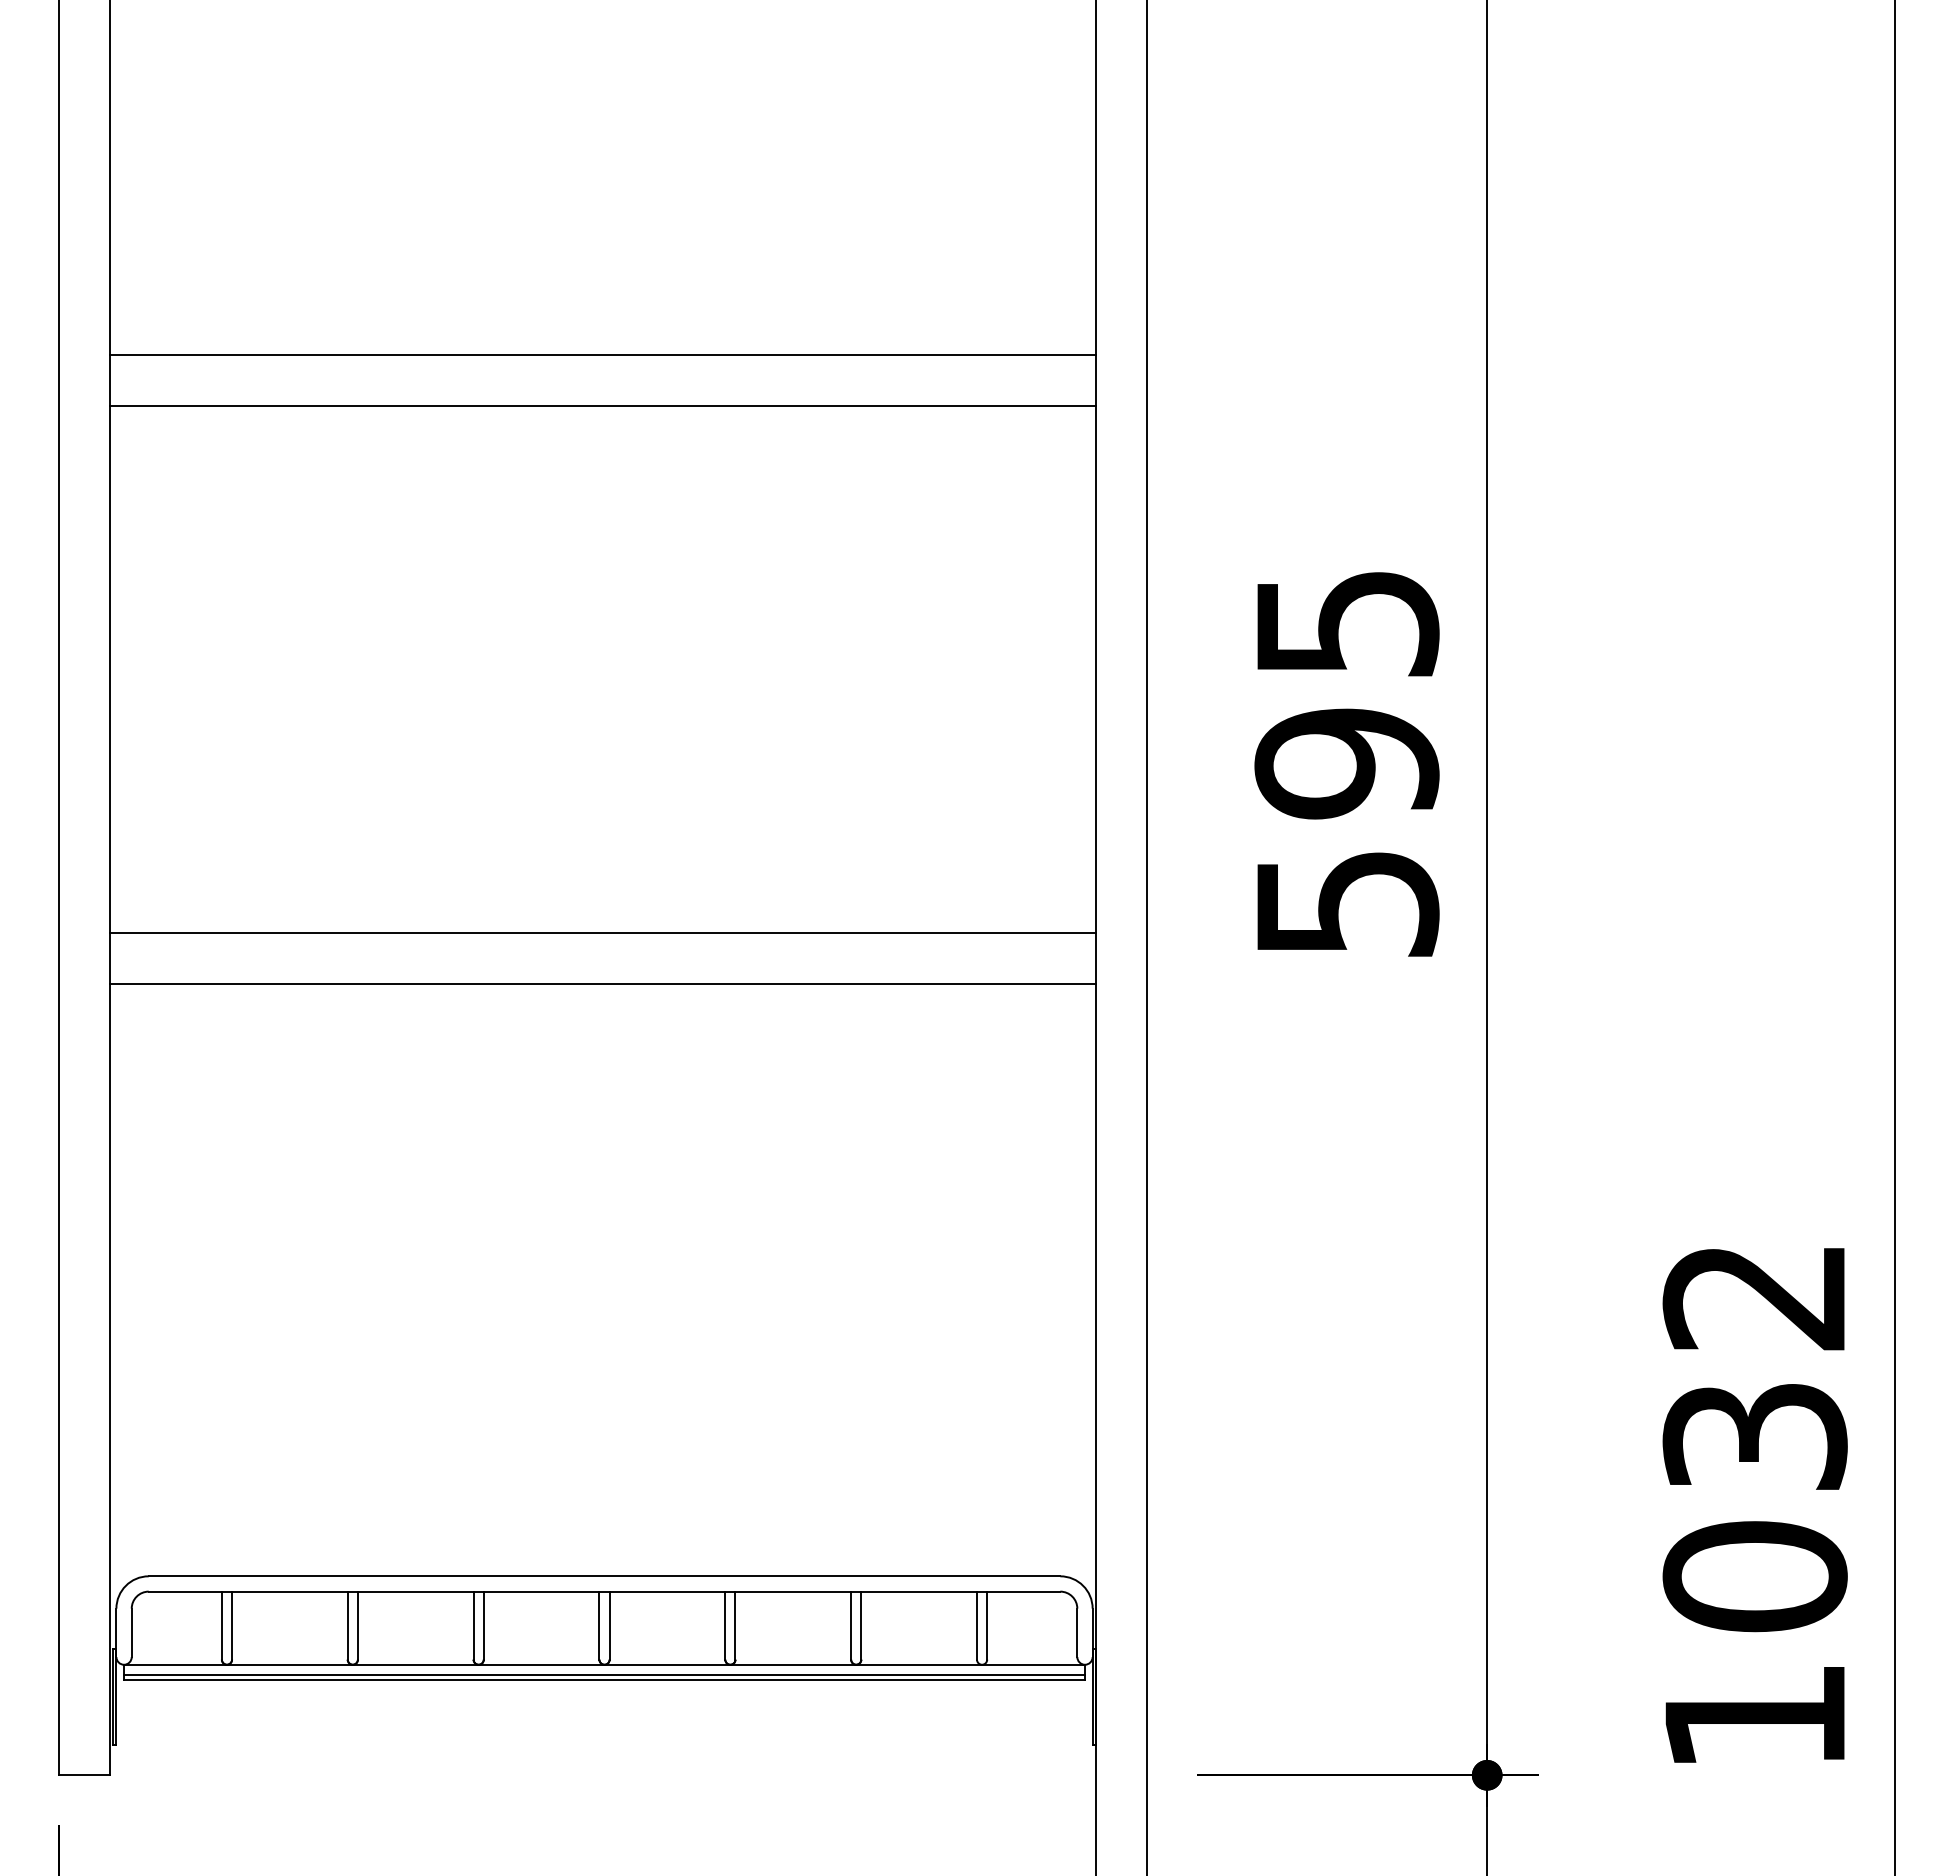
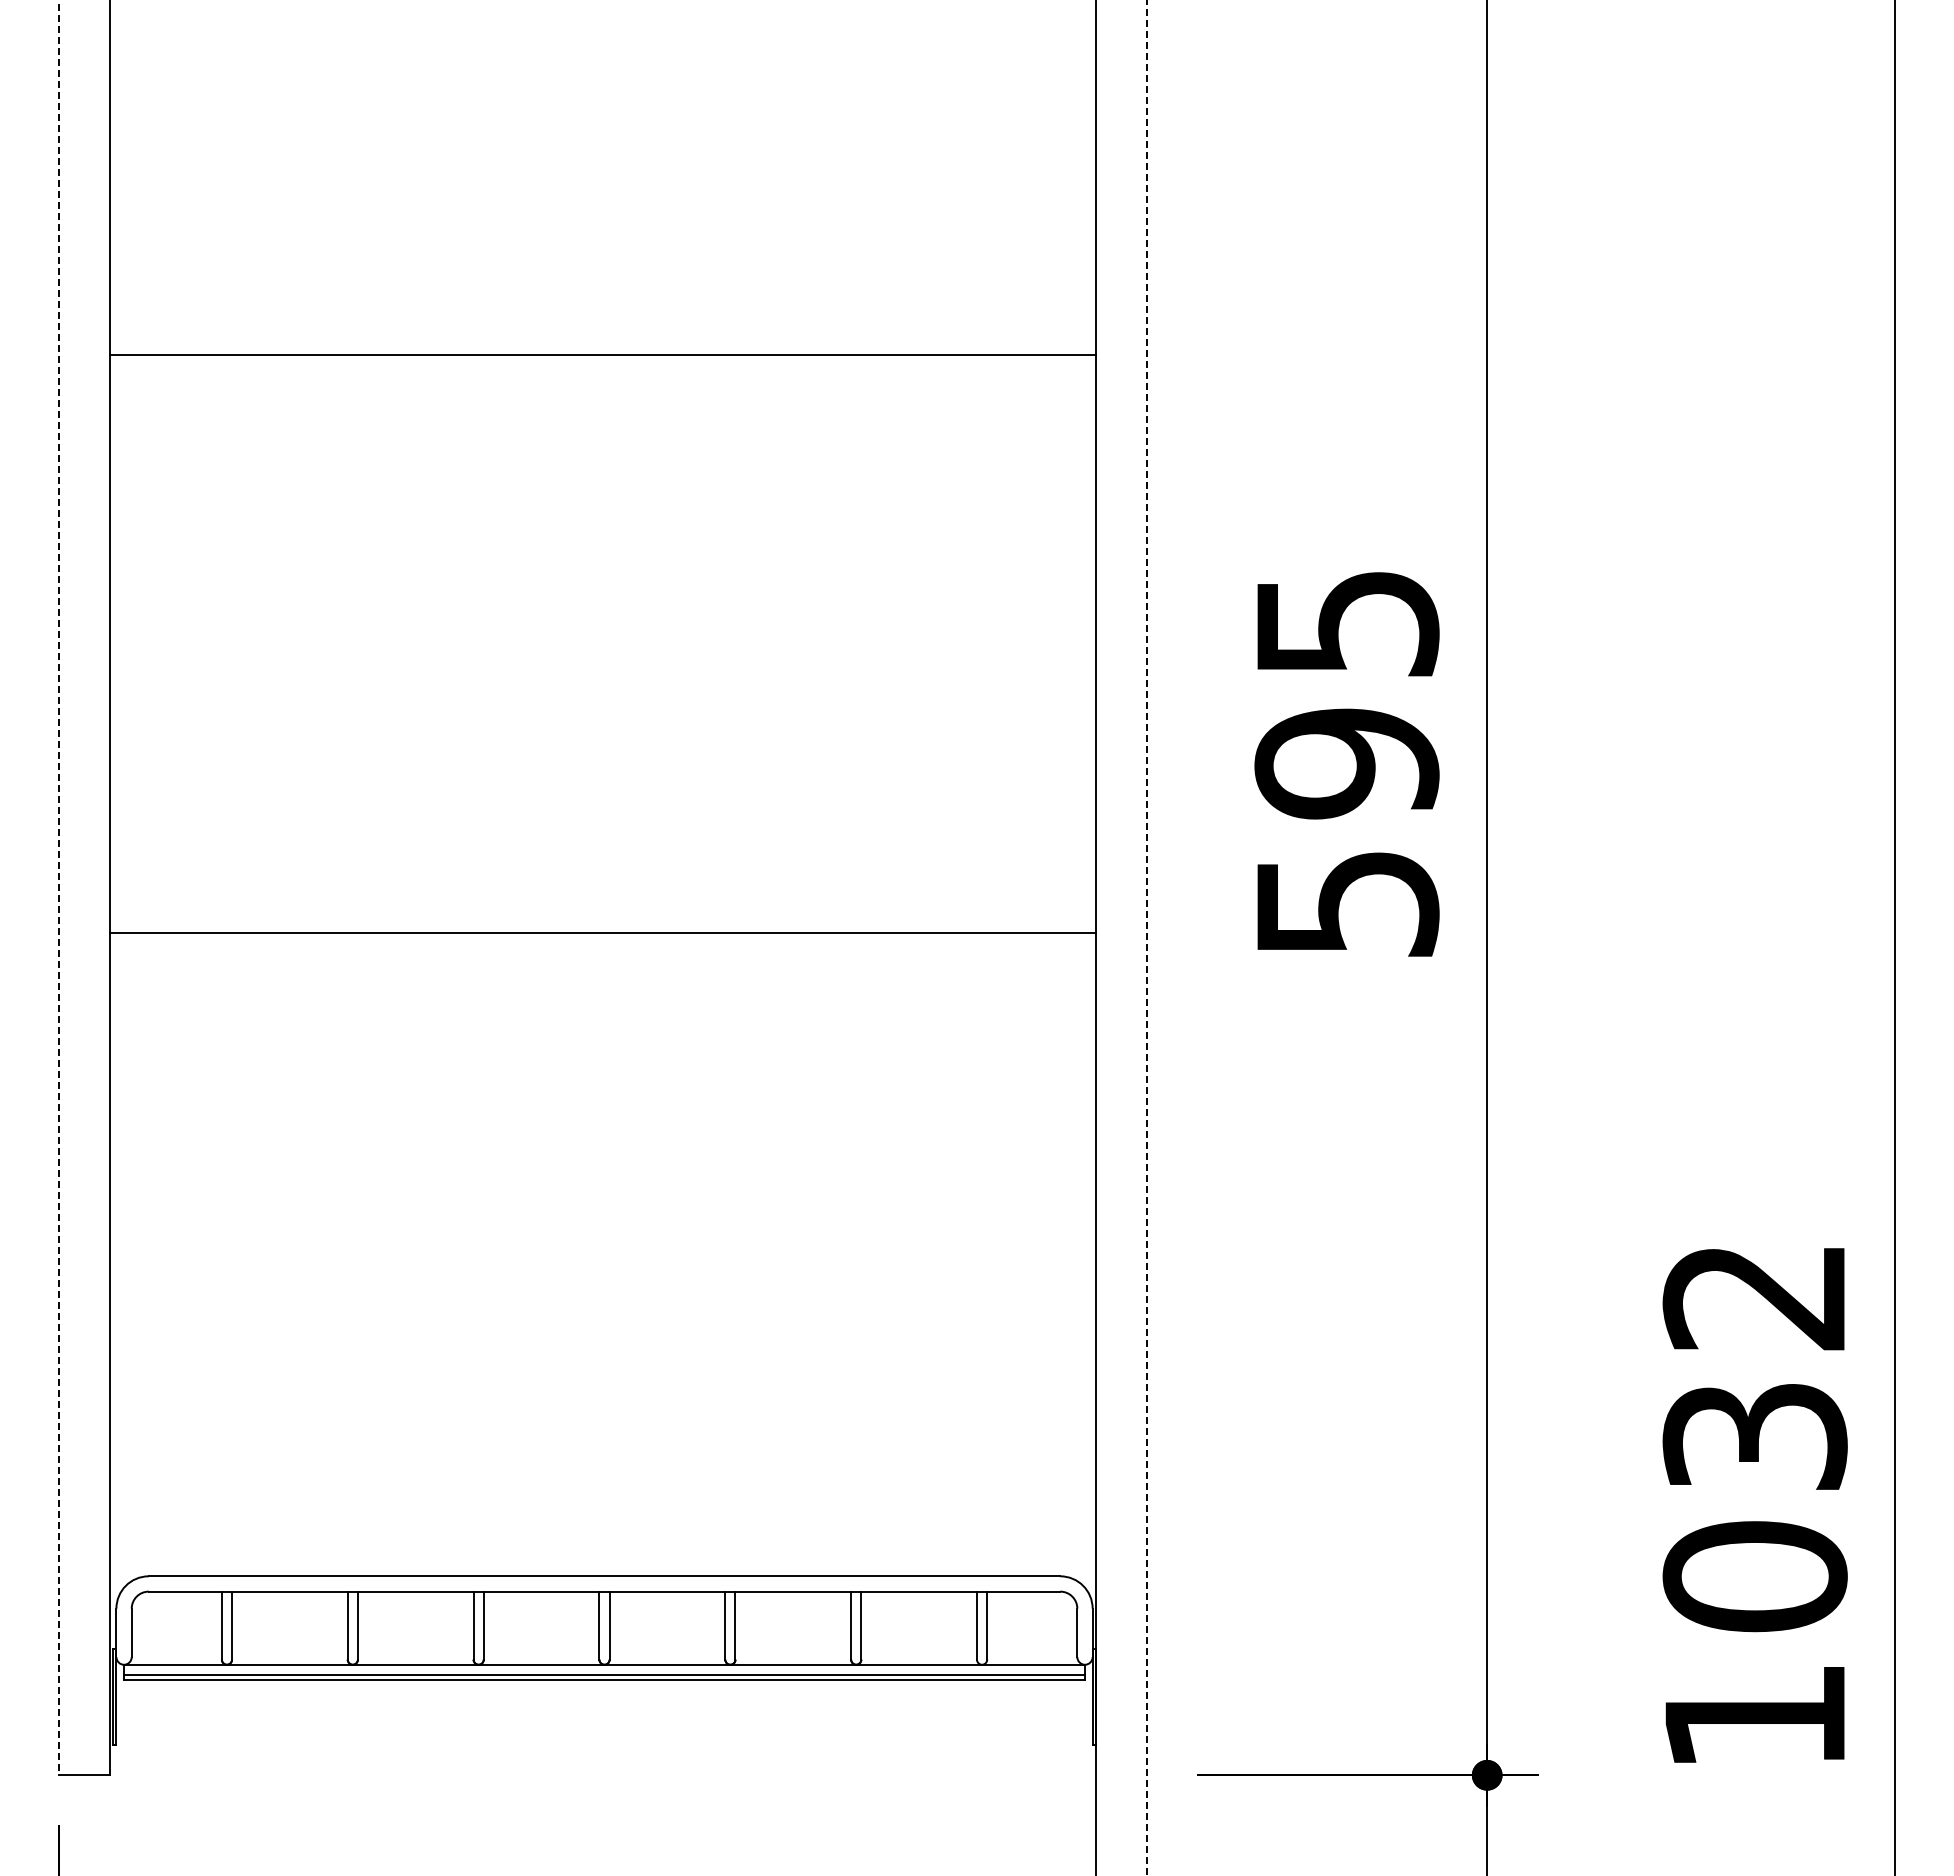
line at (602, 406): present -> none
line at (58, 888): solid -> dashed
line at (1147, 937): solid -> dashed
line at (602, 984): present -> none
